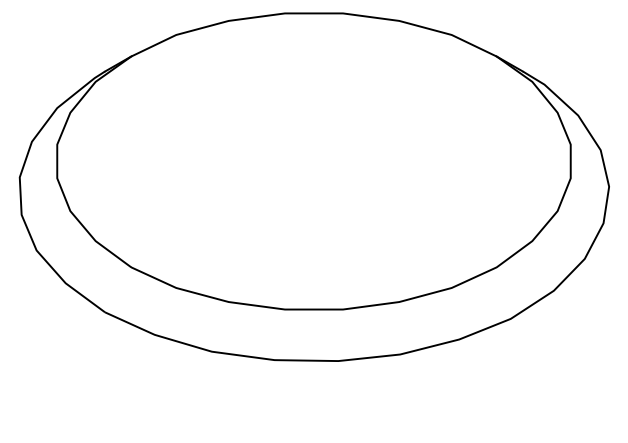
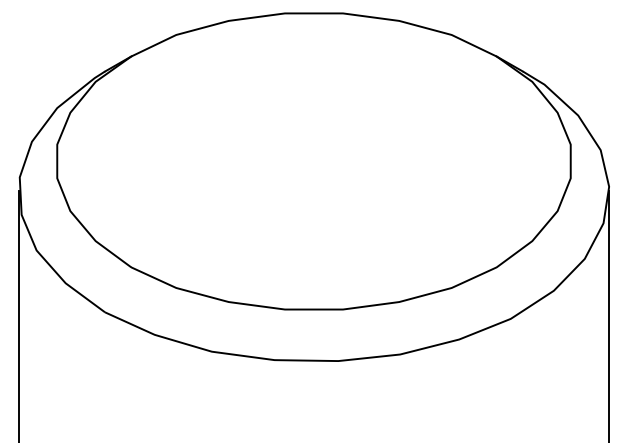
line at (18, 315): none -> present
line at (609, 315): none -> present
